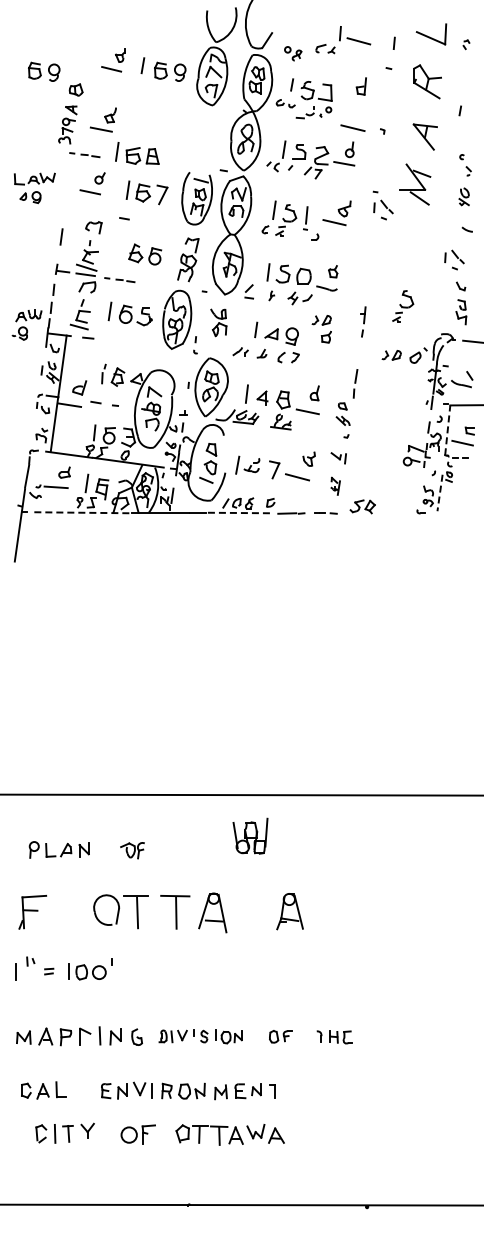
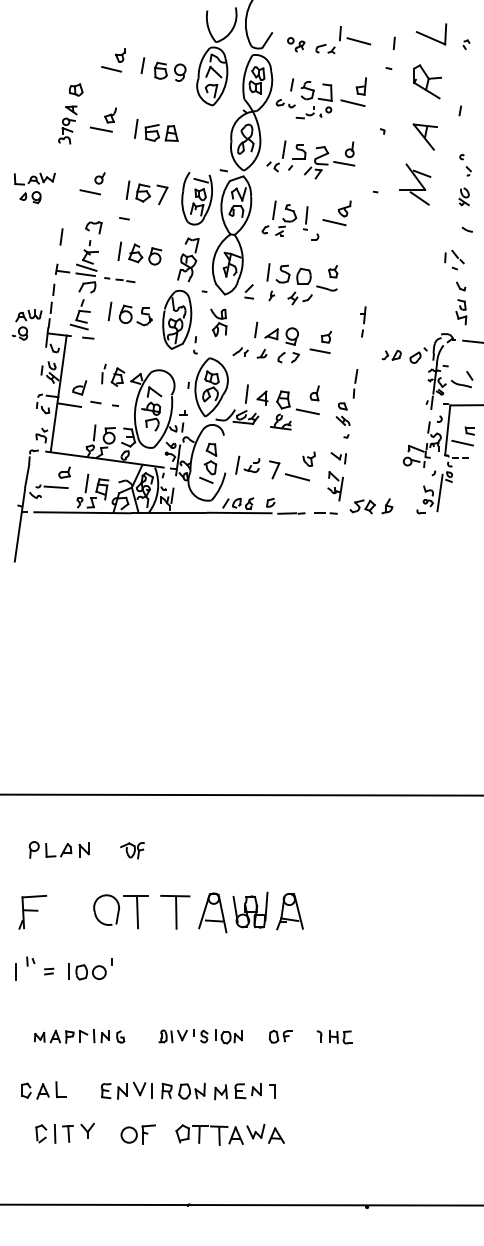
part at (293, 53) position: (293, 53) -> (296, 44)
part at (44, 71): present -> none
line at (352, 127) position: (352, 127) -> (352, 102)
part at (137, 153) position: (137, 153) -> (156, 130)
part at (84, 155): present -> none
part at (383, 209): present -> none
line at (119, 250): none -> present
part at (403, 306): present -> none
part at (321, 320): present -> none
line at (319, 350): none -> present
line at (447, 429): dashed -> solid
part at (335, 485) size: 11x20 px -> 17x31 px
line at (439, 493): dashed -> solid
part at (387, 506): none -> present
line at (83, 512): dashed -> solid
line at (239, 513): dashed -> solid
part at (250, 835) position: (250, 835) -> (250, 909)
part at (79, 1036) size: 127x21 px -> 93x15 px
